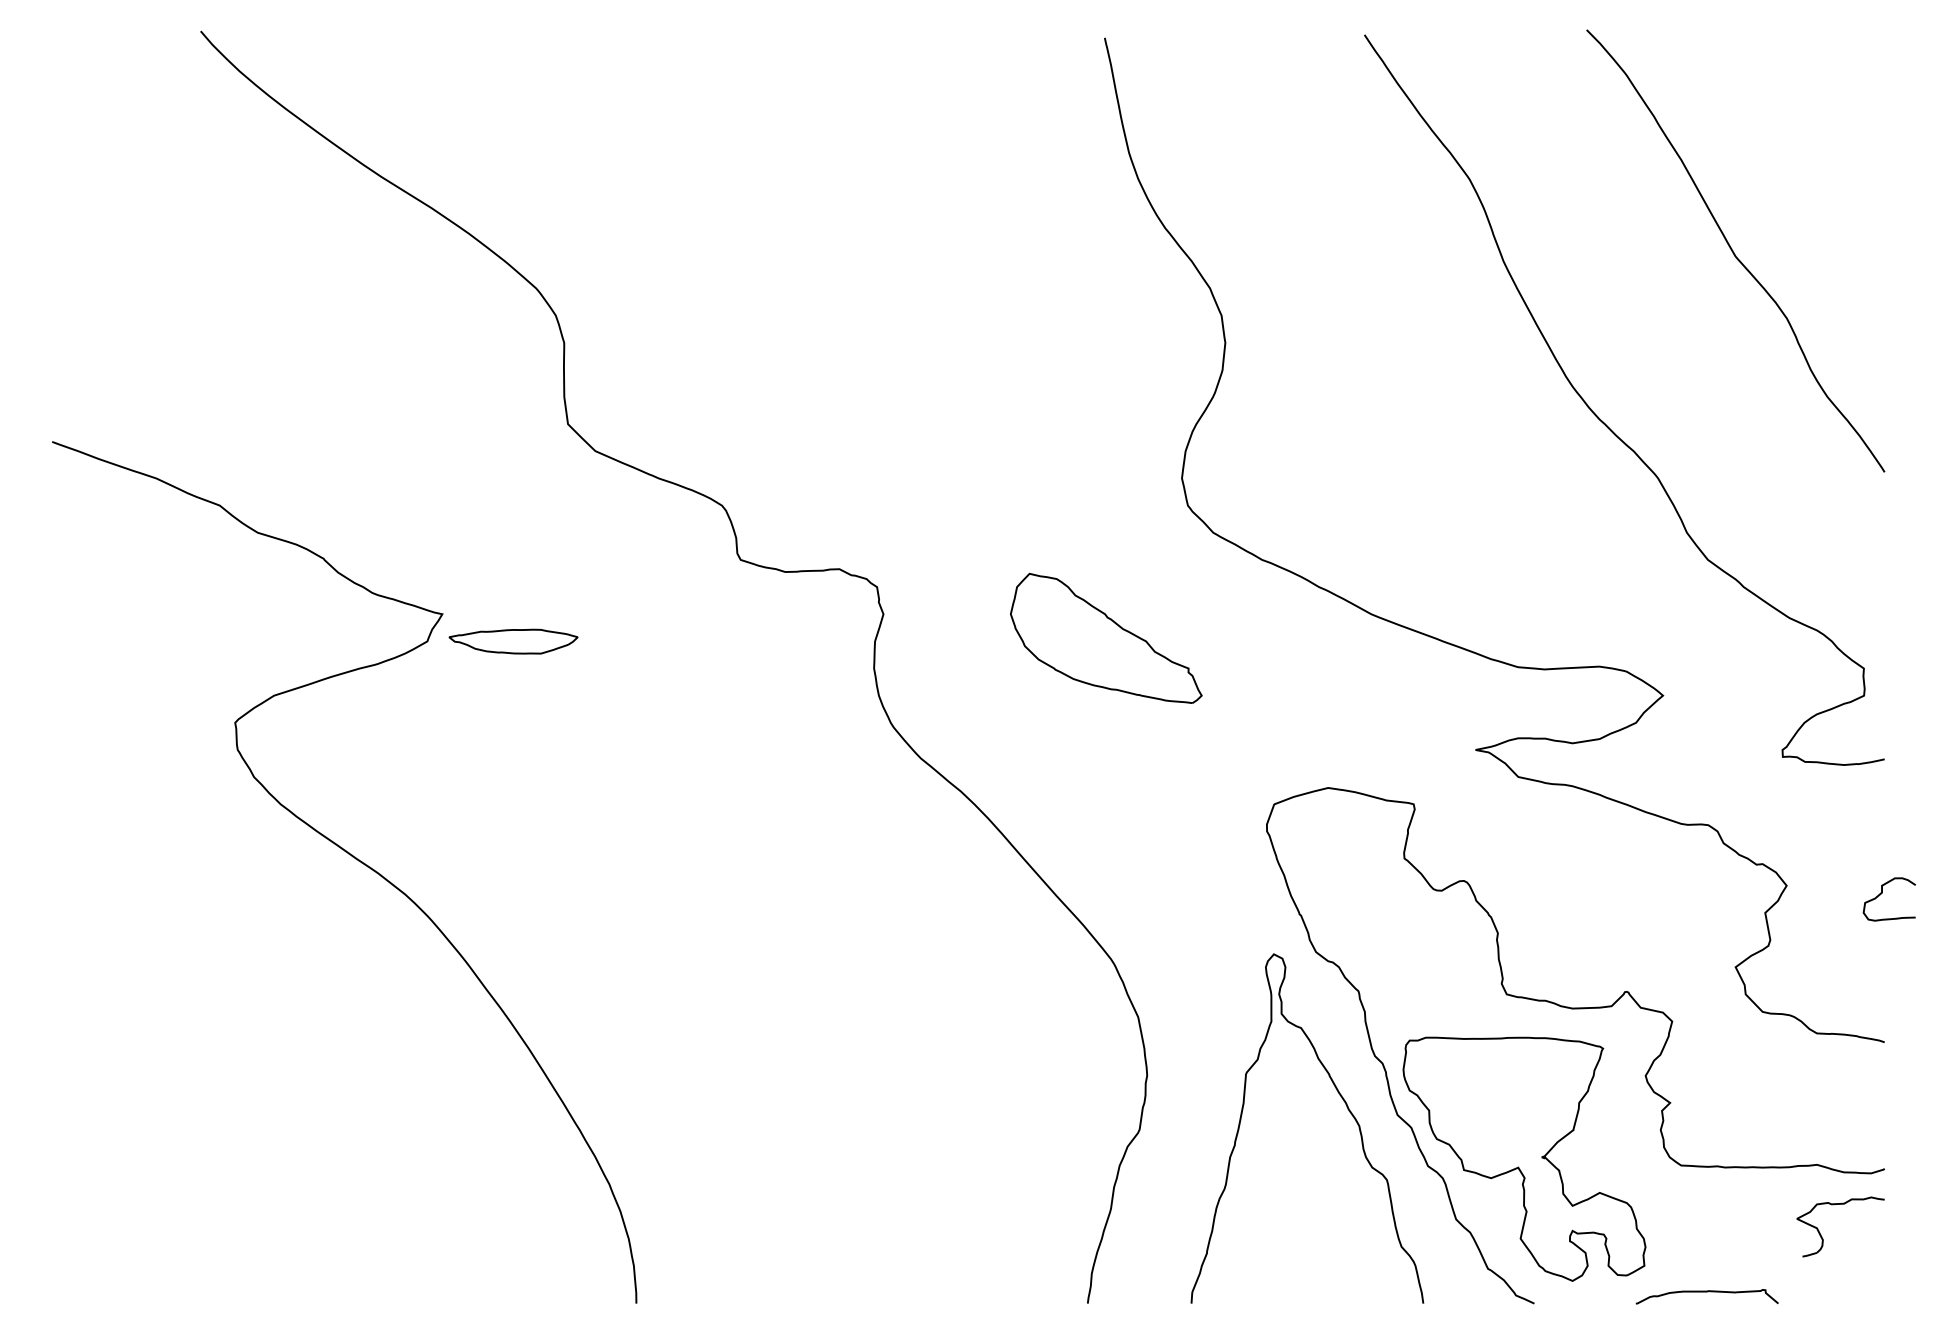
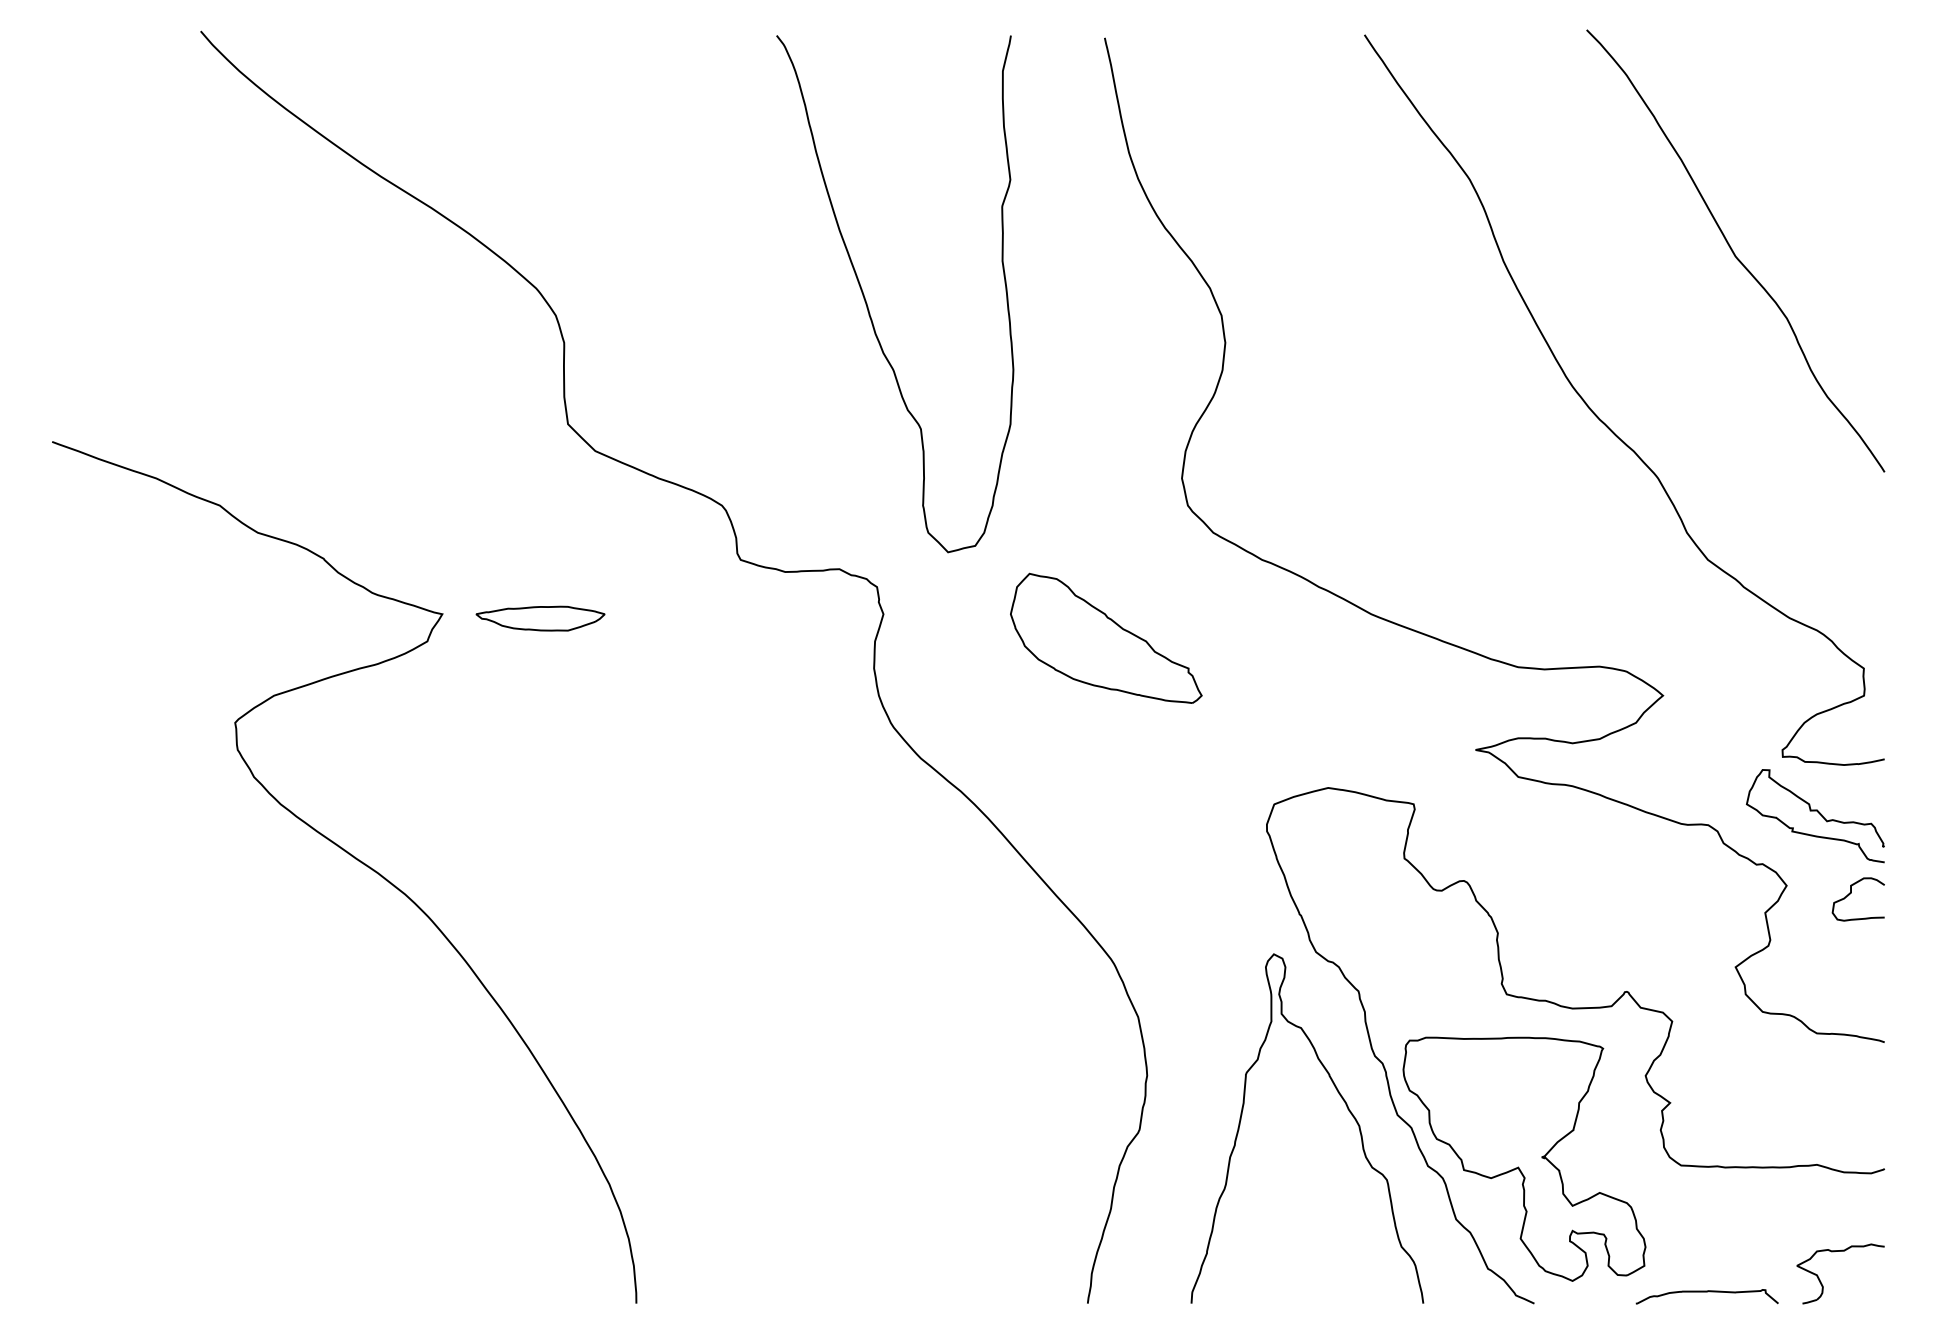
curve at (867, 303): none -> present
part at (513, 641) position: (513, 641) -> (540, 618)
curve at (1818, 813): none -> present
curve at (1882, 893) position: (1882, 893) -> (1851, 893)
part at (1822, 1236) position: (1822, 1236) -> (1822, 1283)
